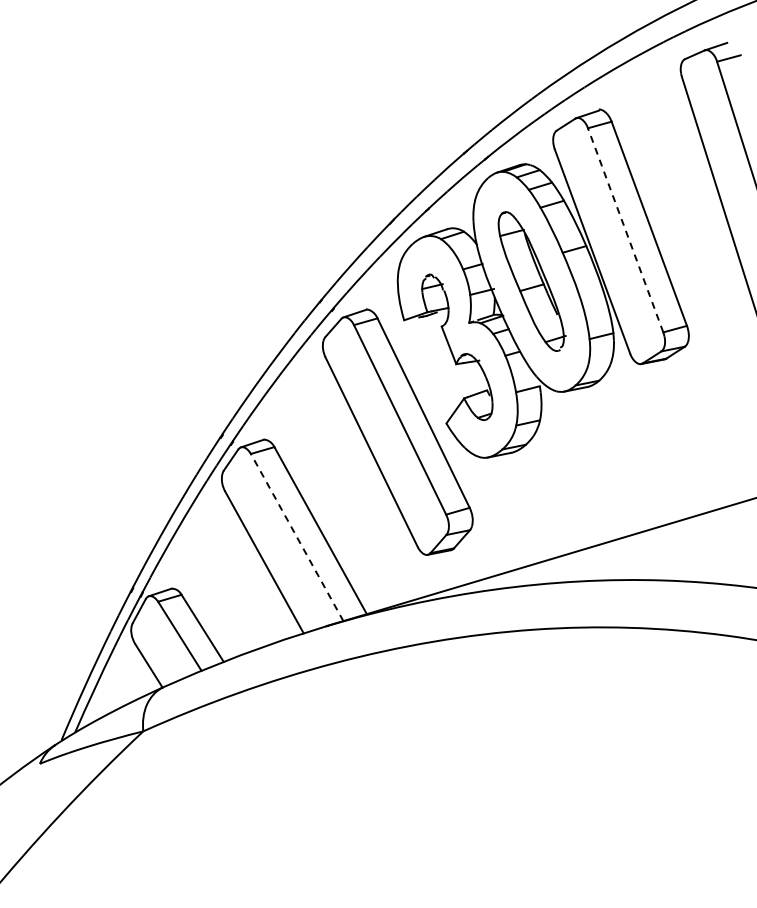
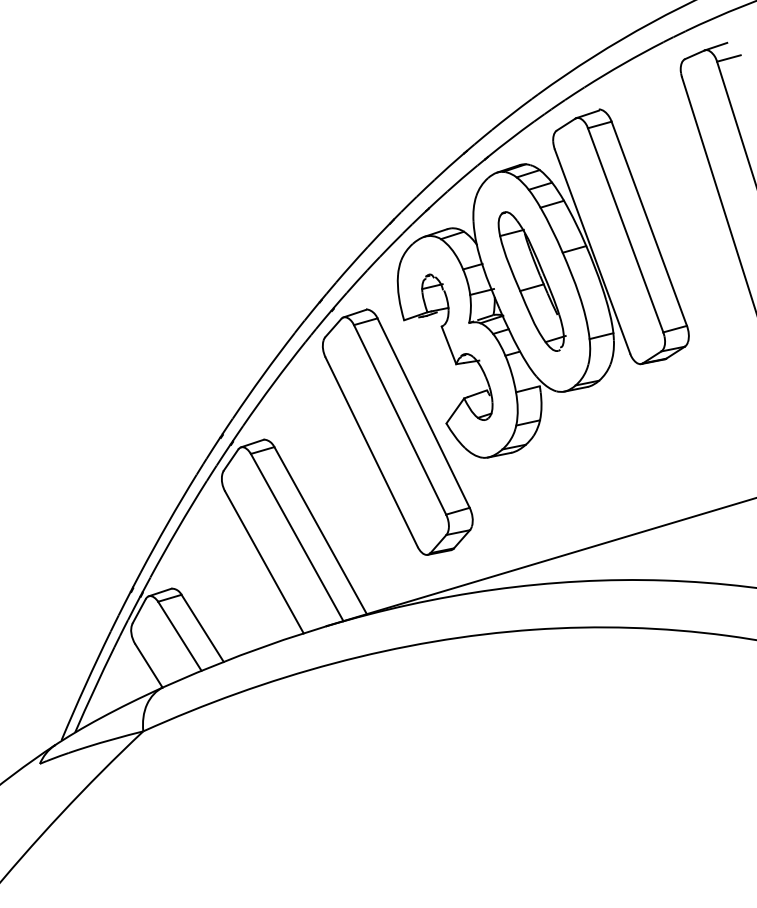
line at (625, 230): dashed -> solid
line at (297, 537): dashed -> solid
